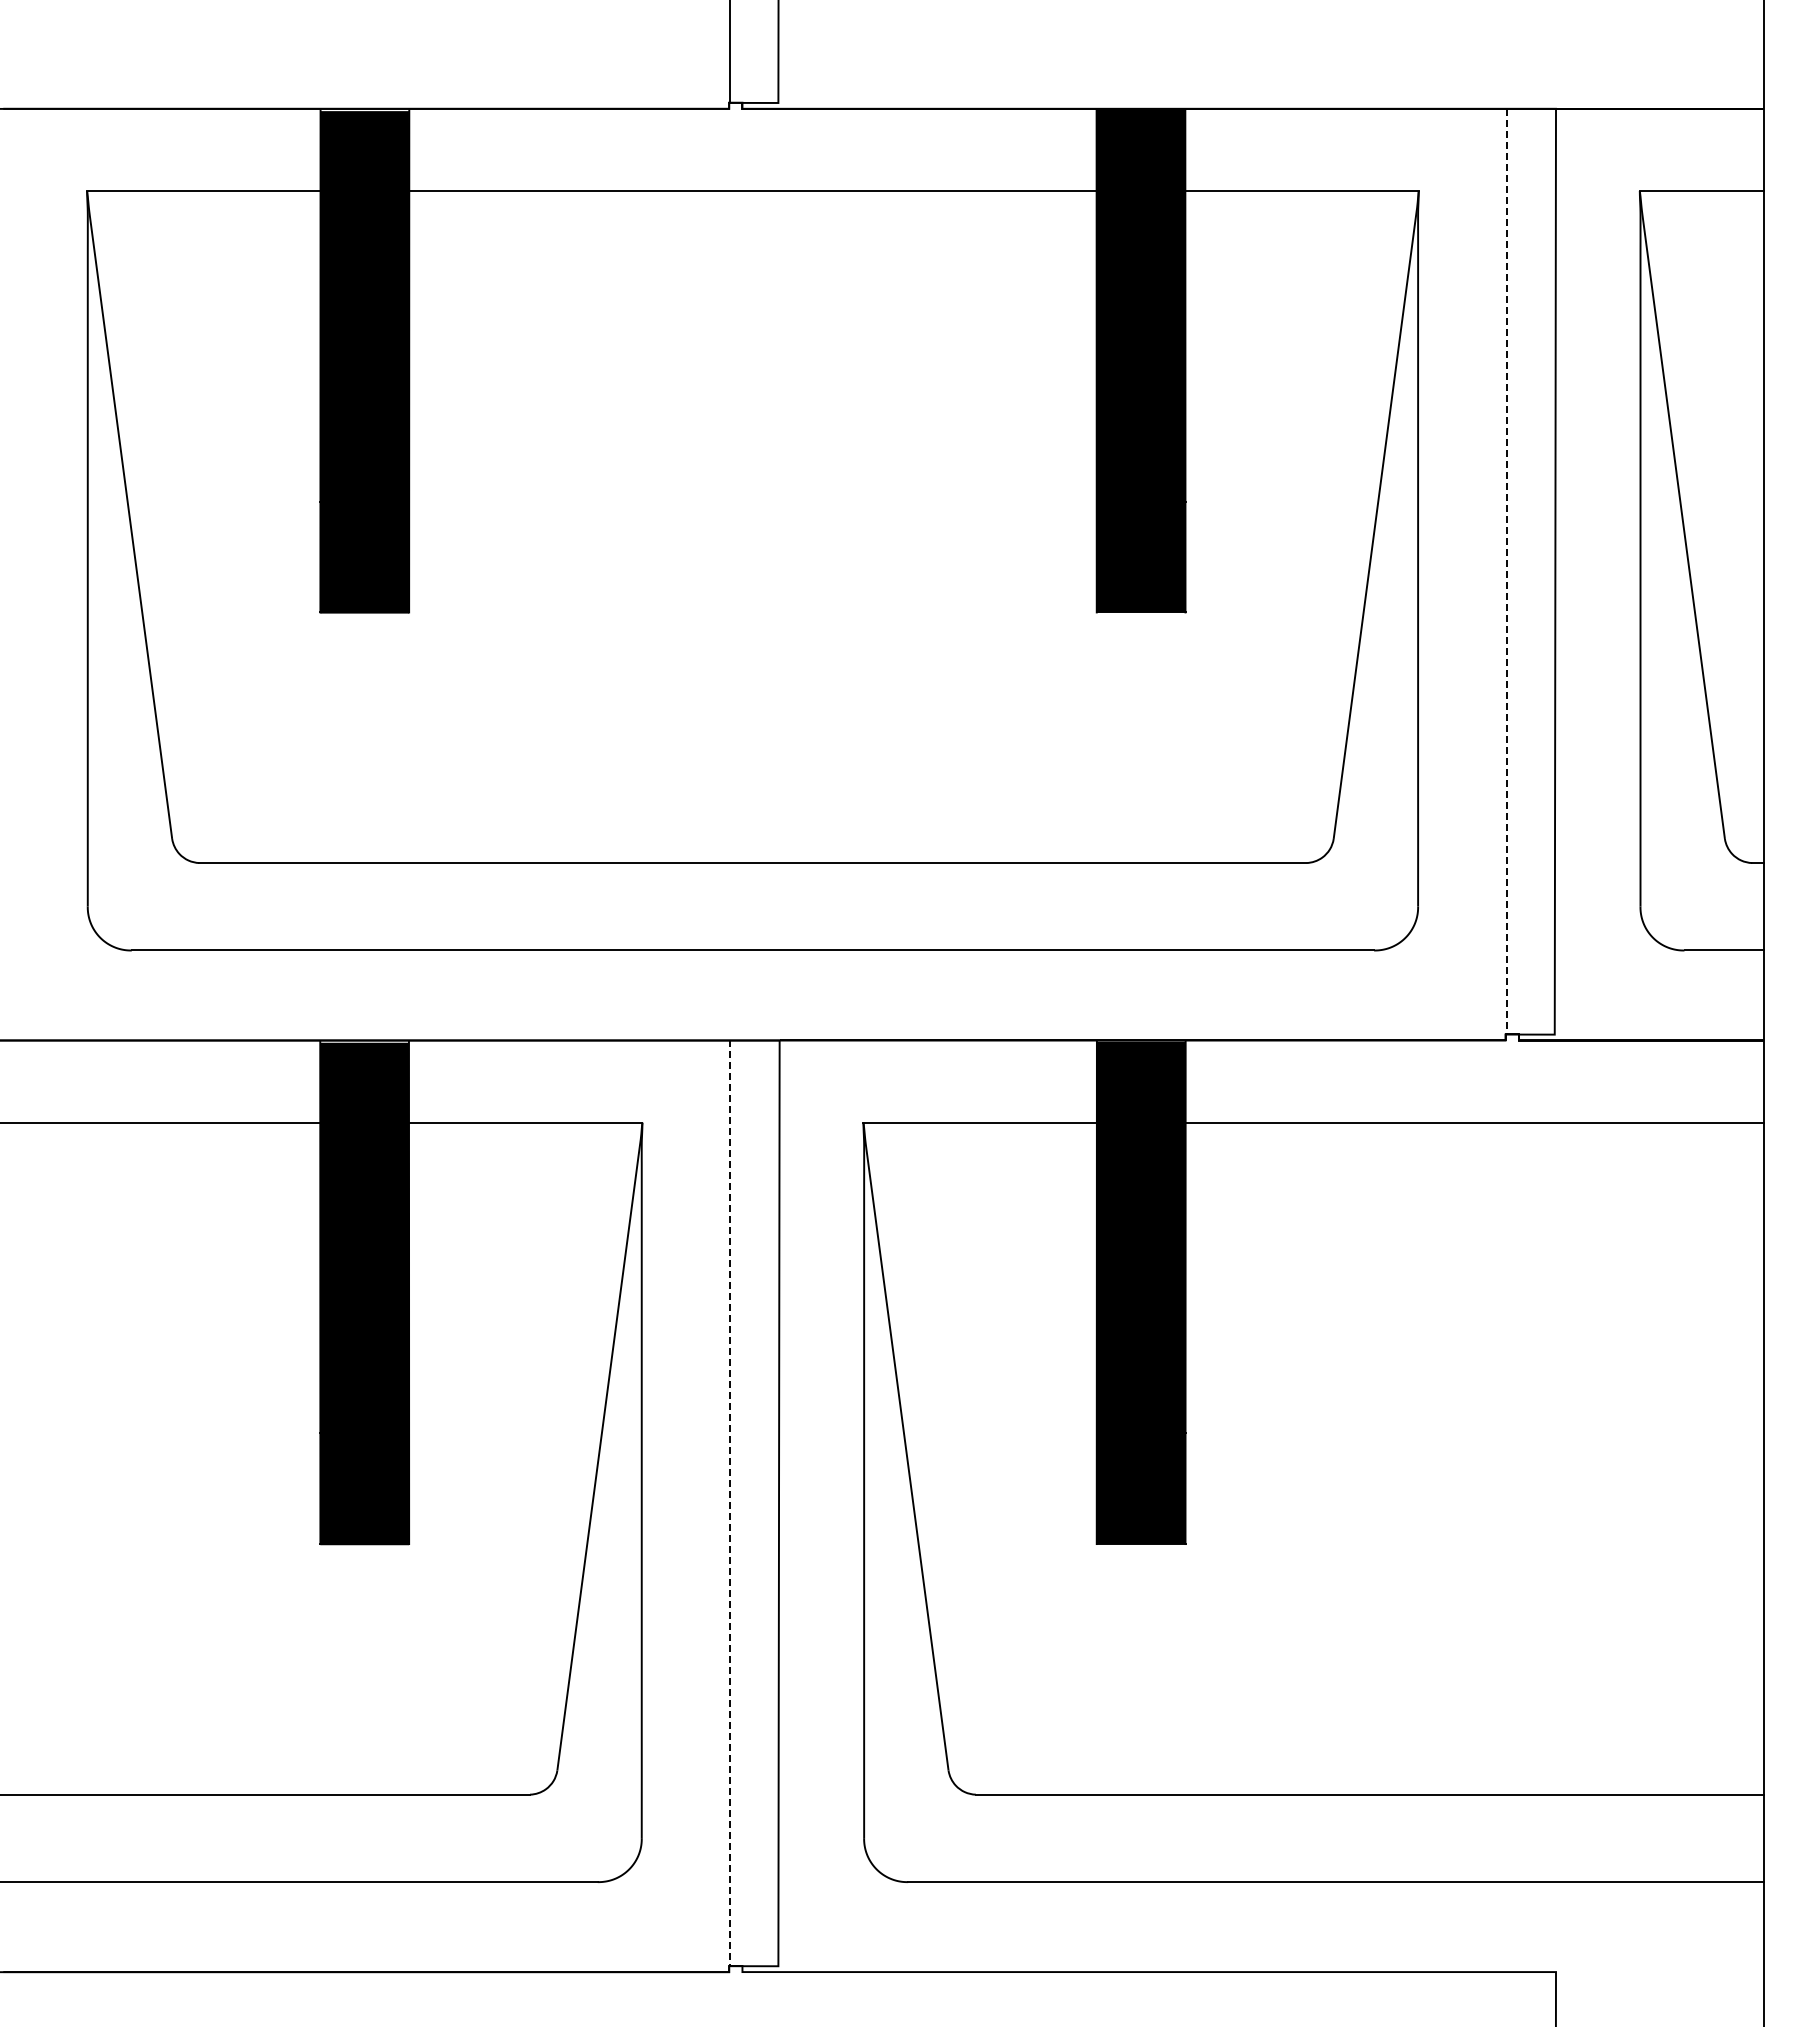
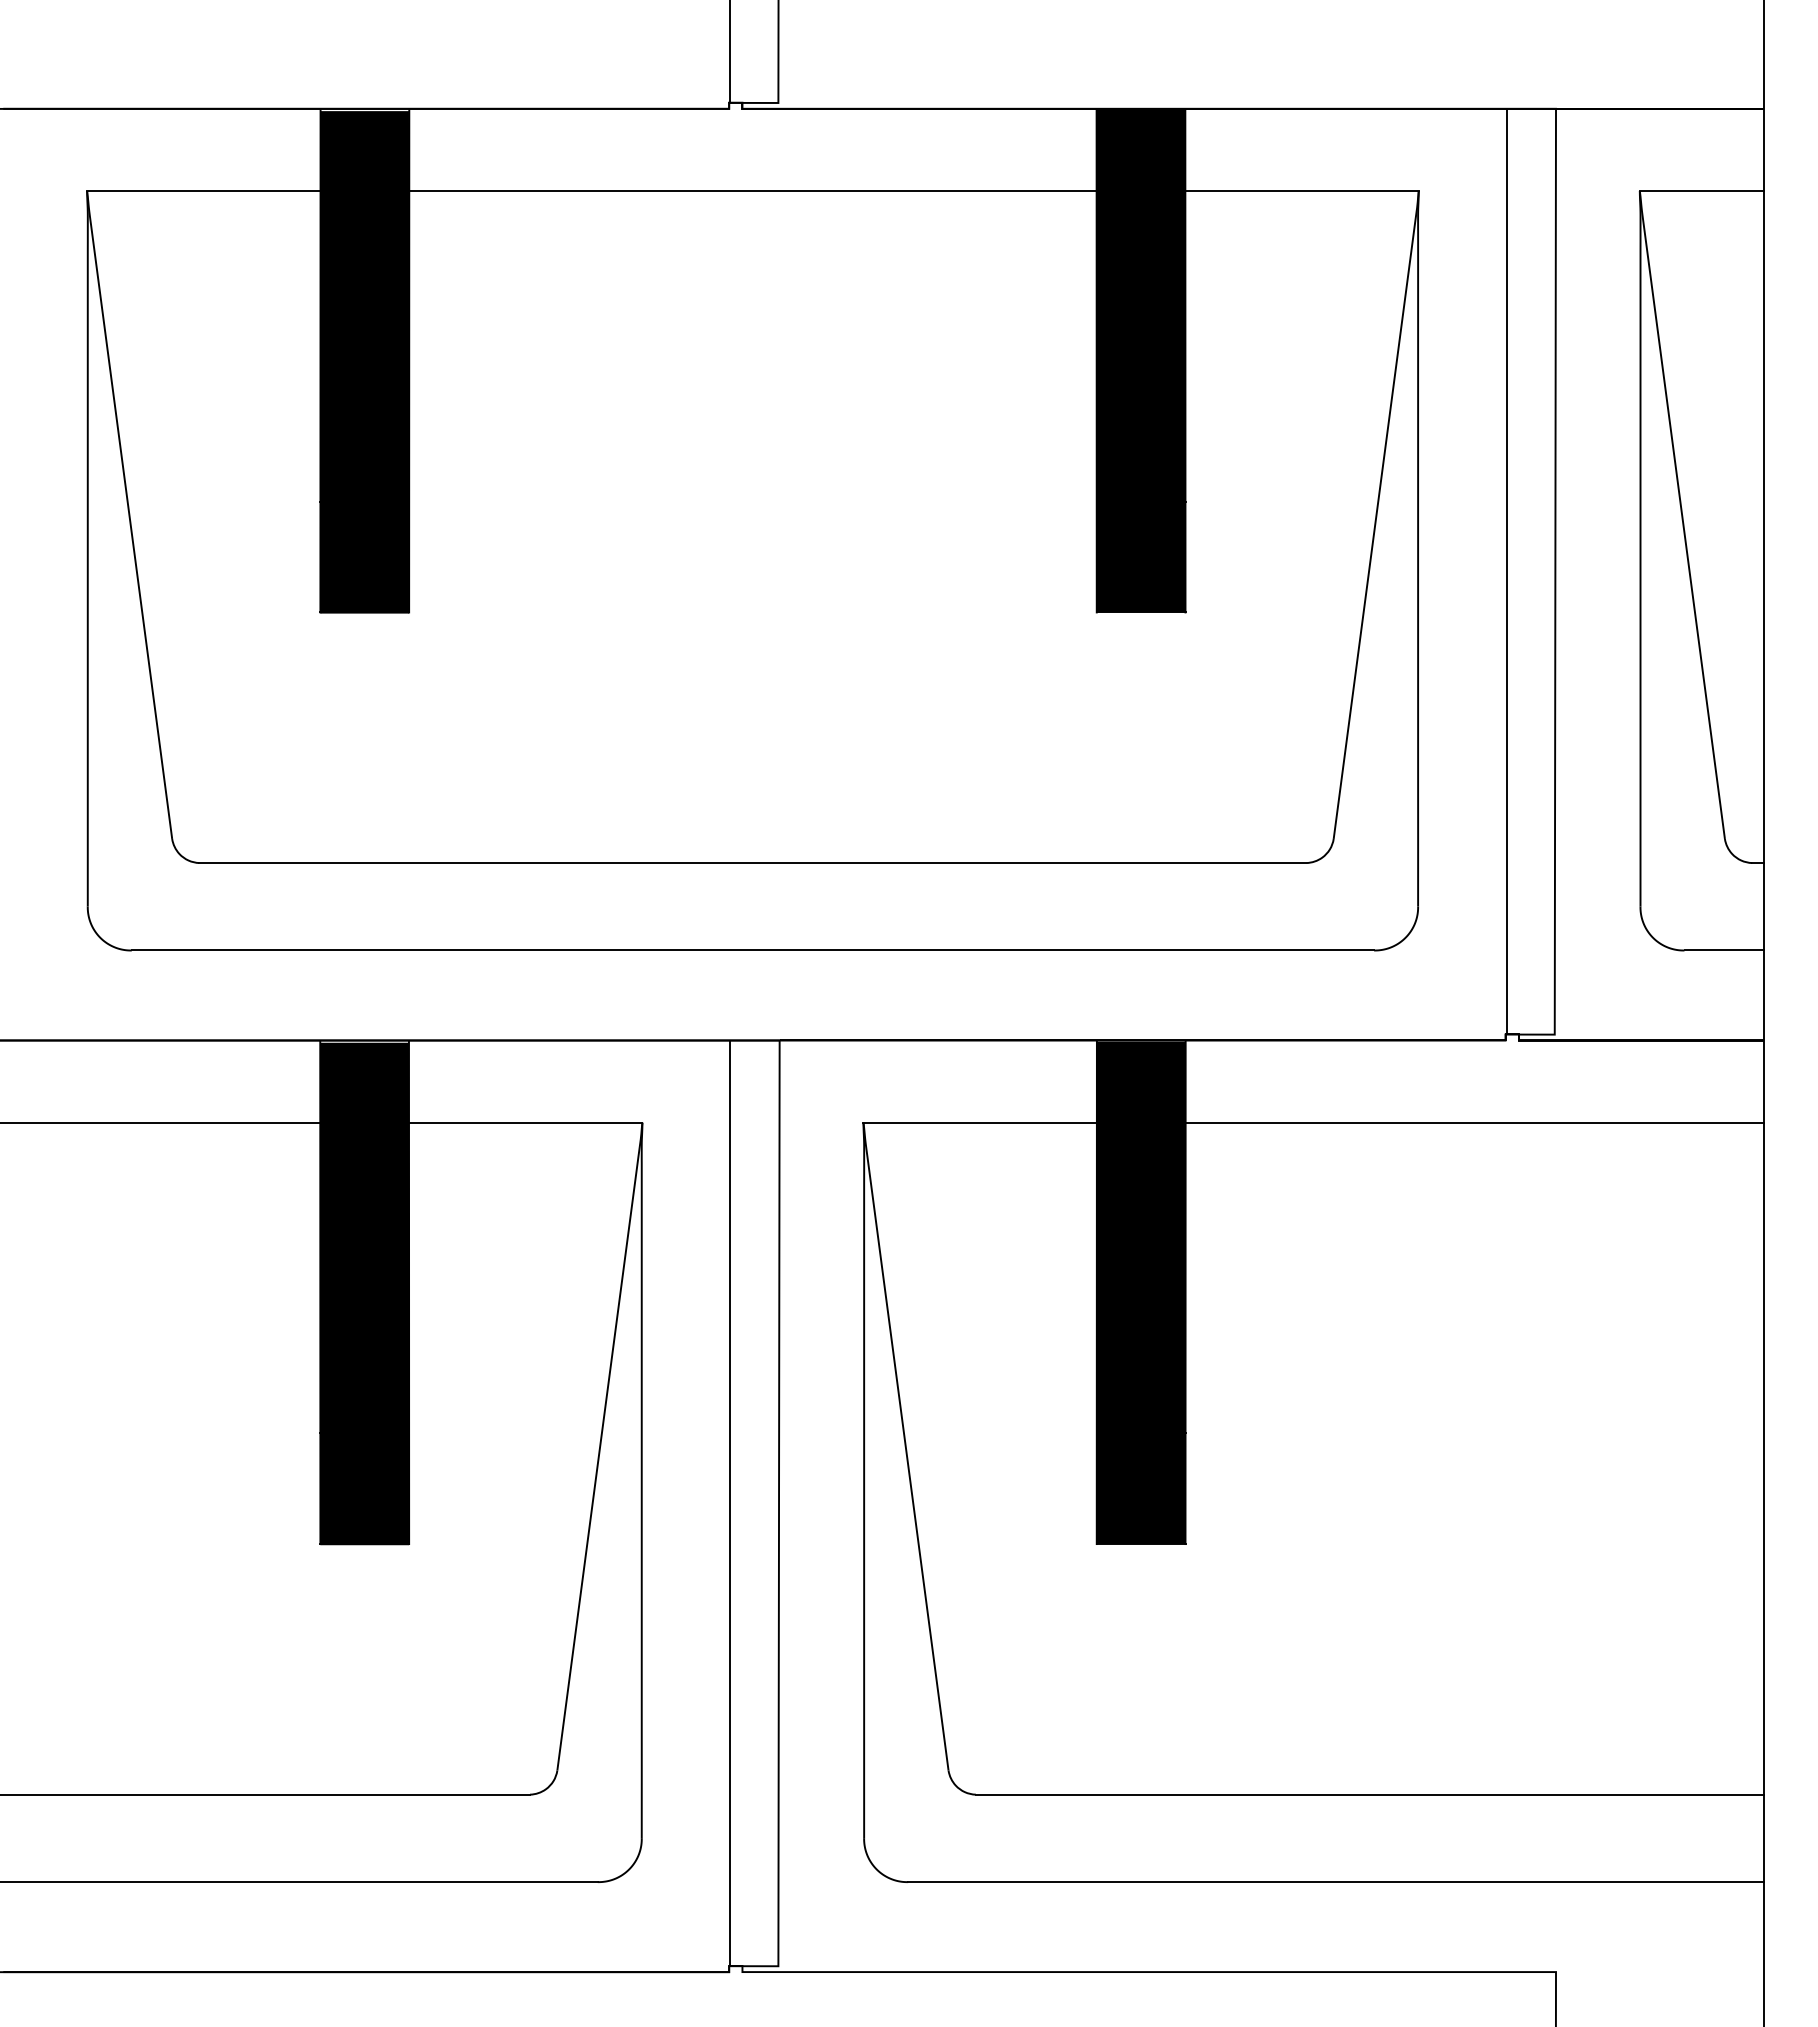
line at (1506, 571): dashed -> solid
line at (730, 1503): dashed -> solid
